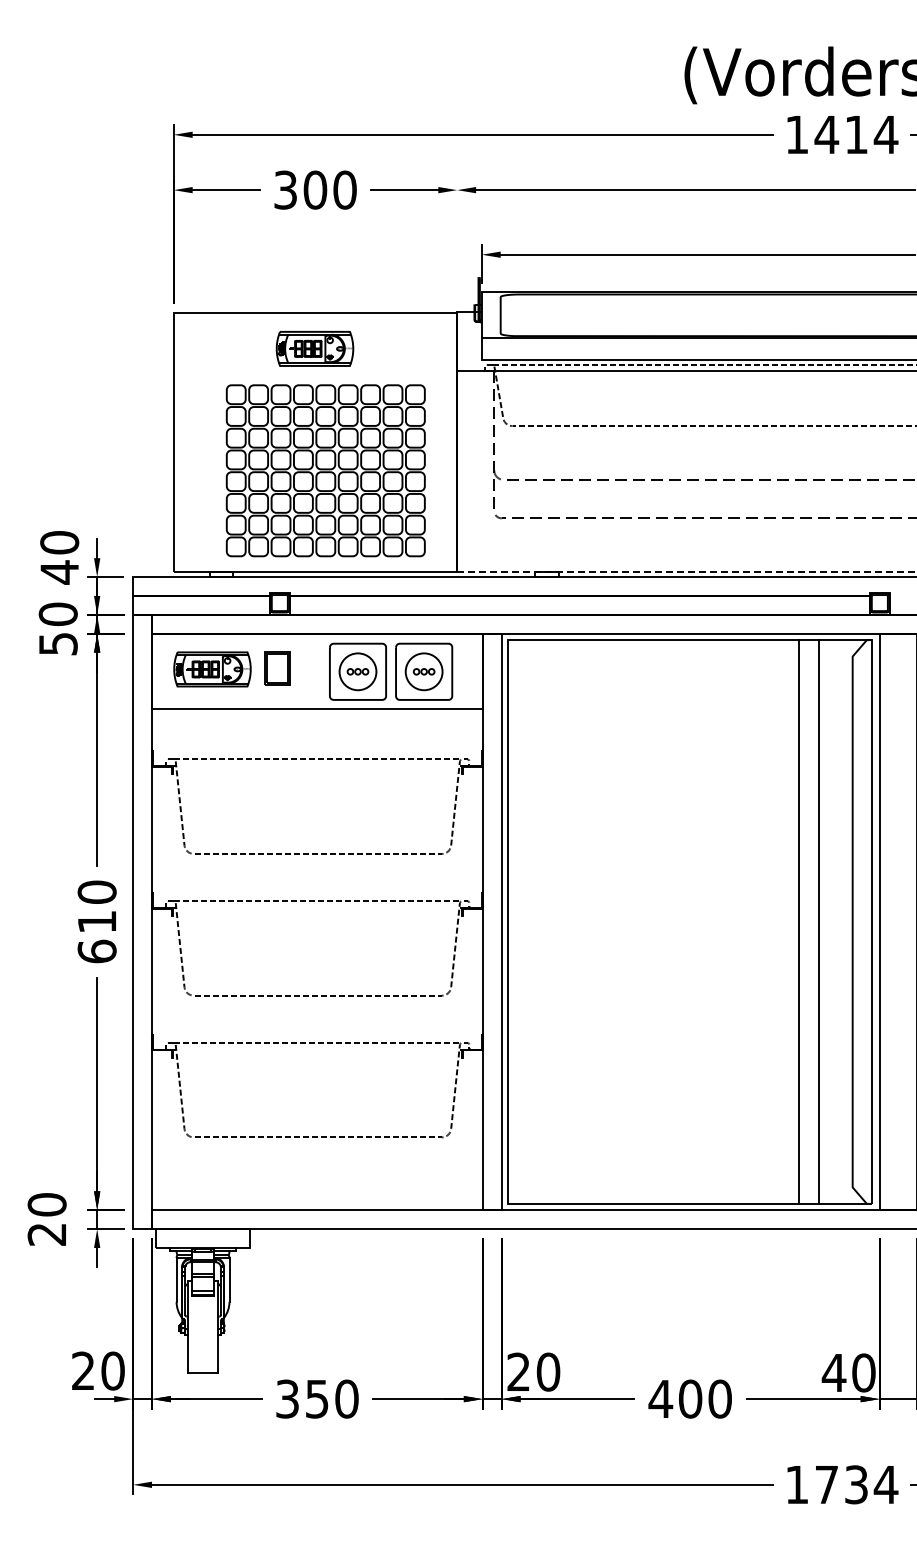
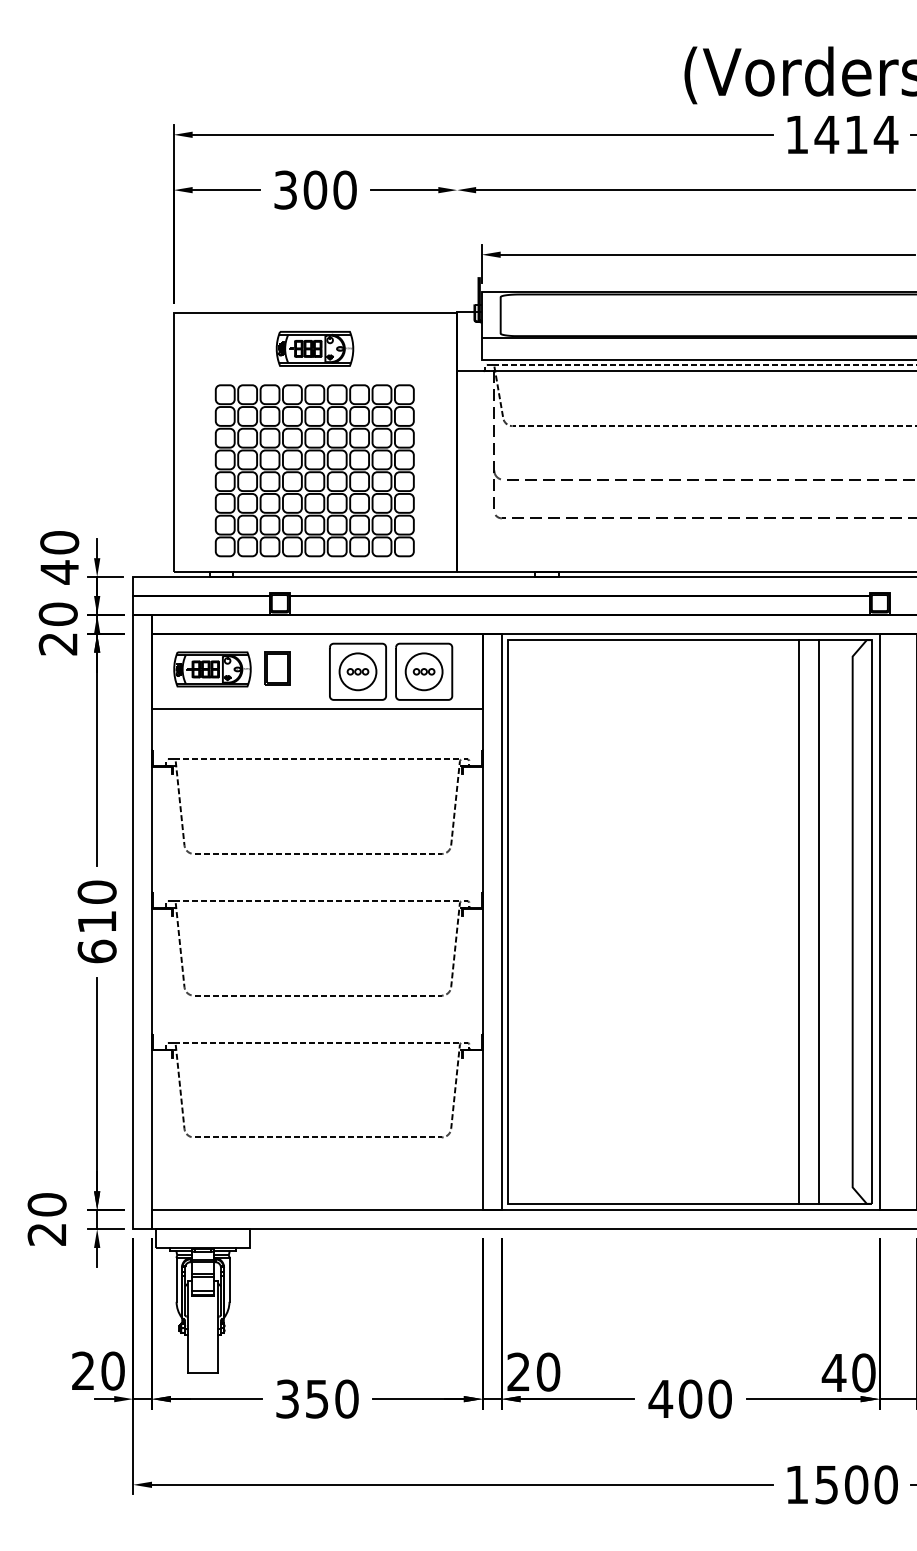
part at (325, 470) position: (325, 470) -> (314, 470)
line at (687, 572): dashed -> solid
text at (57, 644): 50 -> 20
text at (856, 1484): 1734 -> 1500
